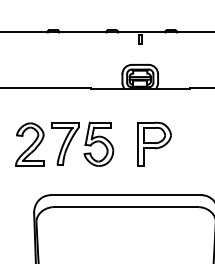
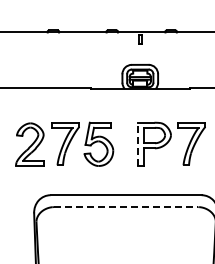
part at (191, 143): none -> present
line at (138, 144): solid -> dashed
line at (126, 207): solid -> dashed
